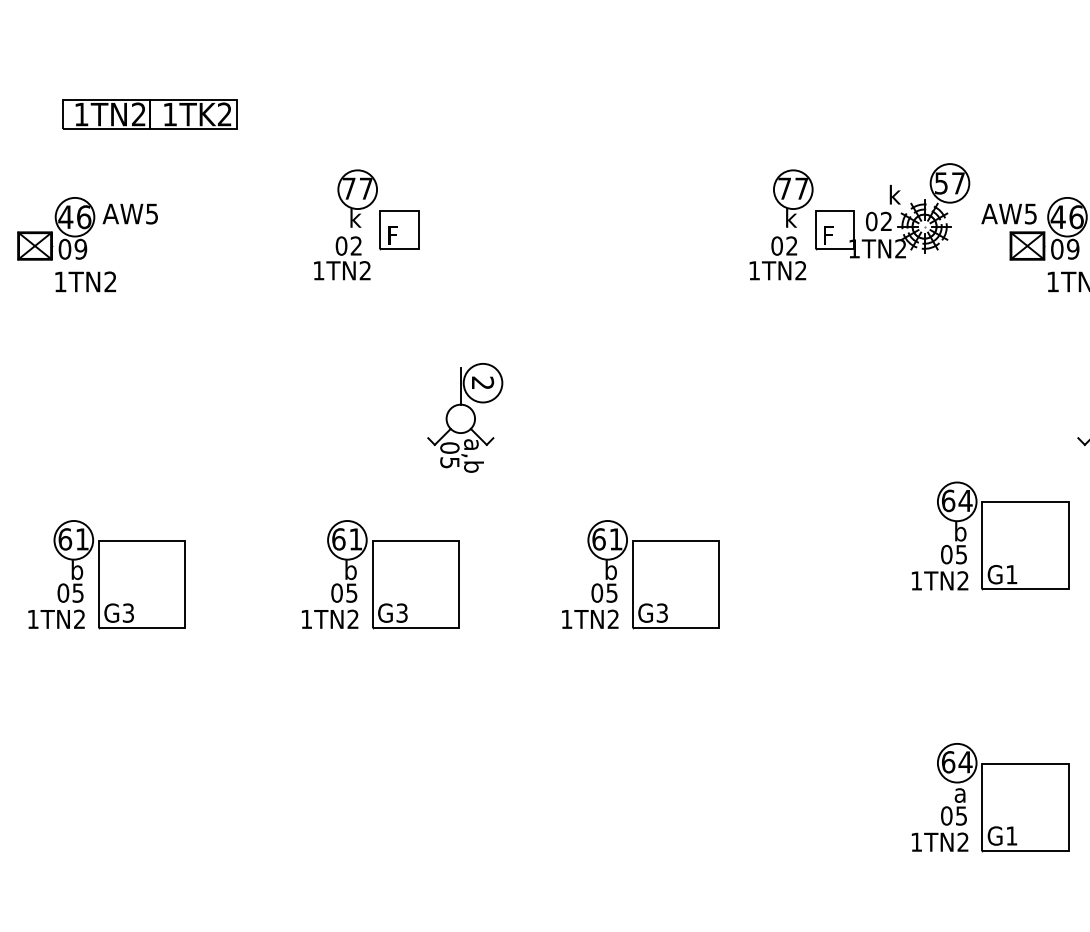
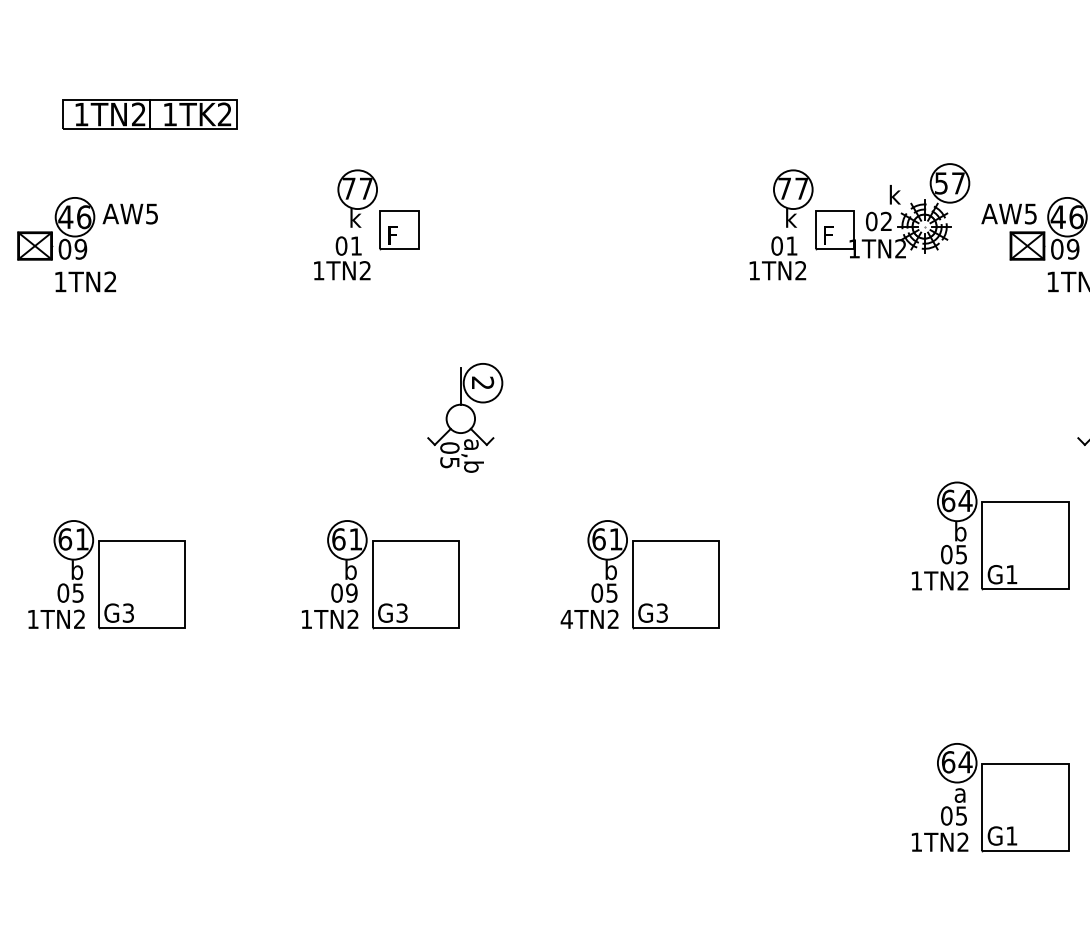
text at (355, 245): 02 -> 01
text at (791, 245): 02 -> 01
text at (351, 592): 05 -> 09
text at (566, 619): 1TN2 -> 4TN2
